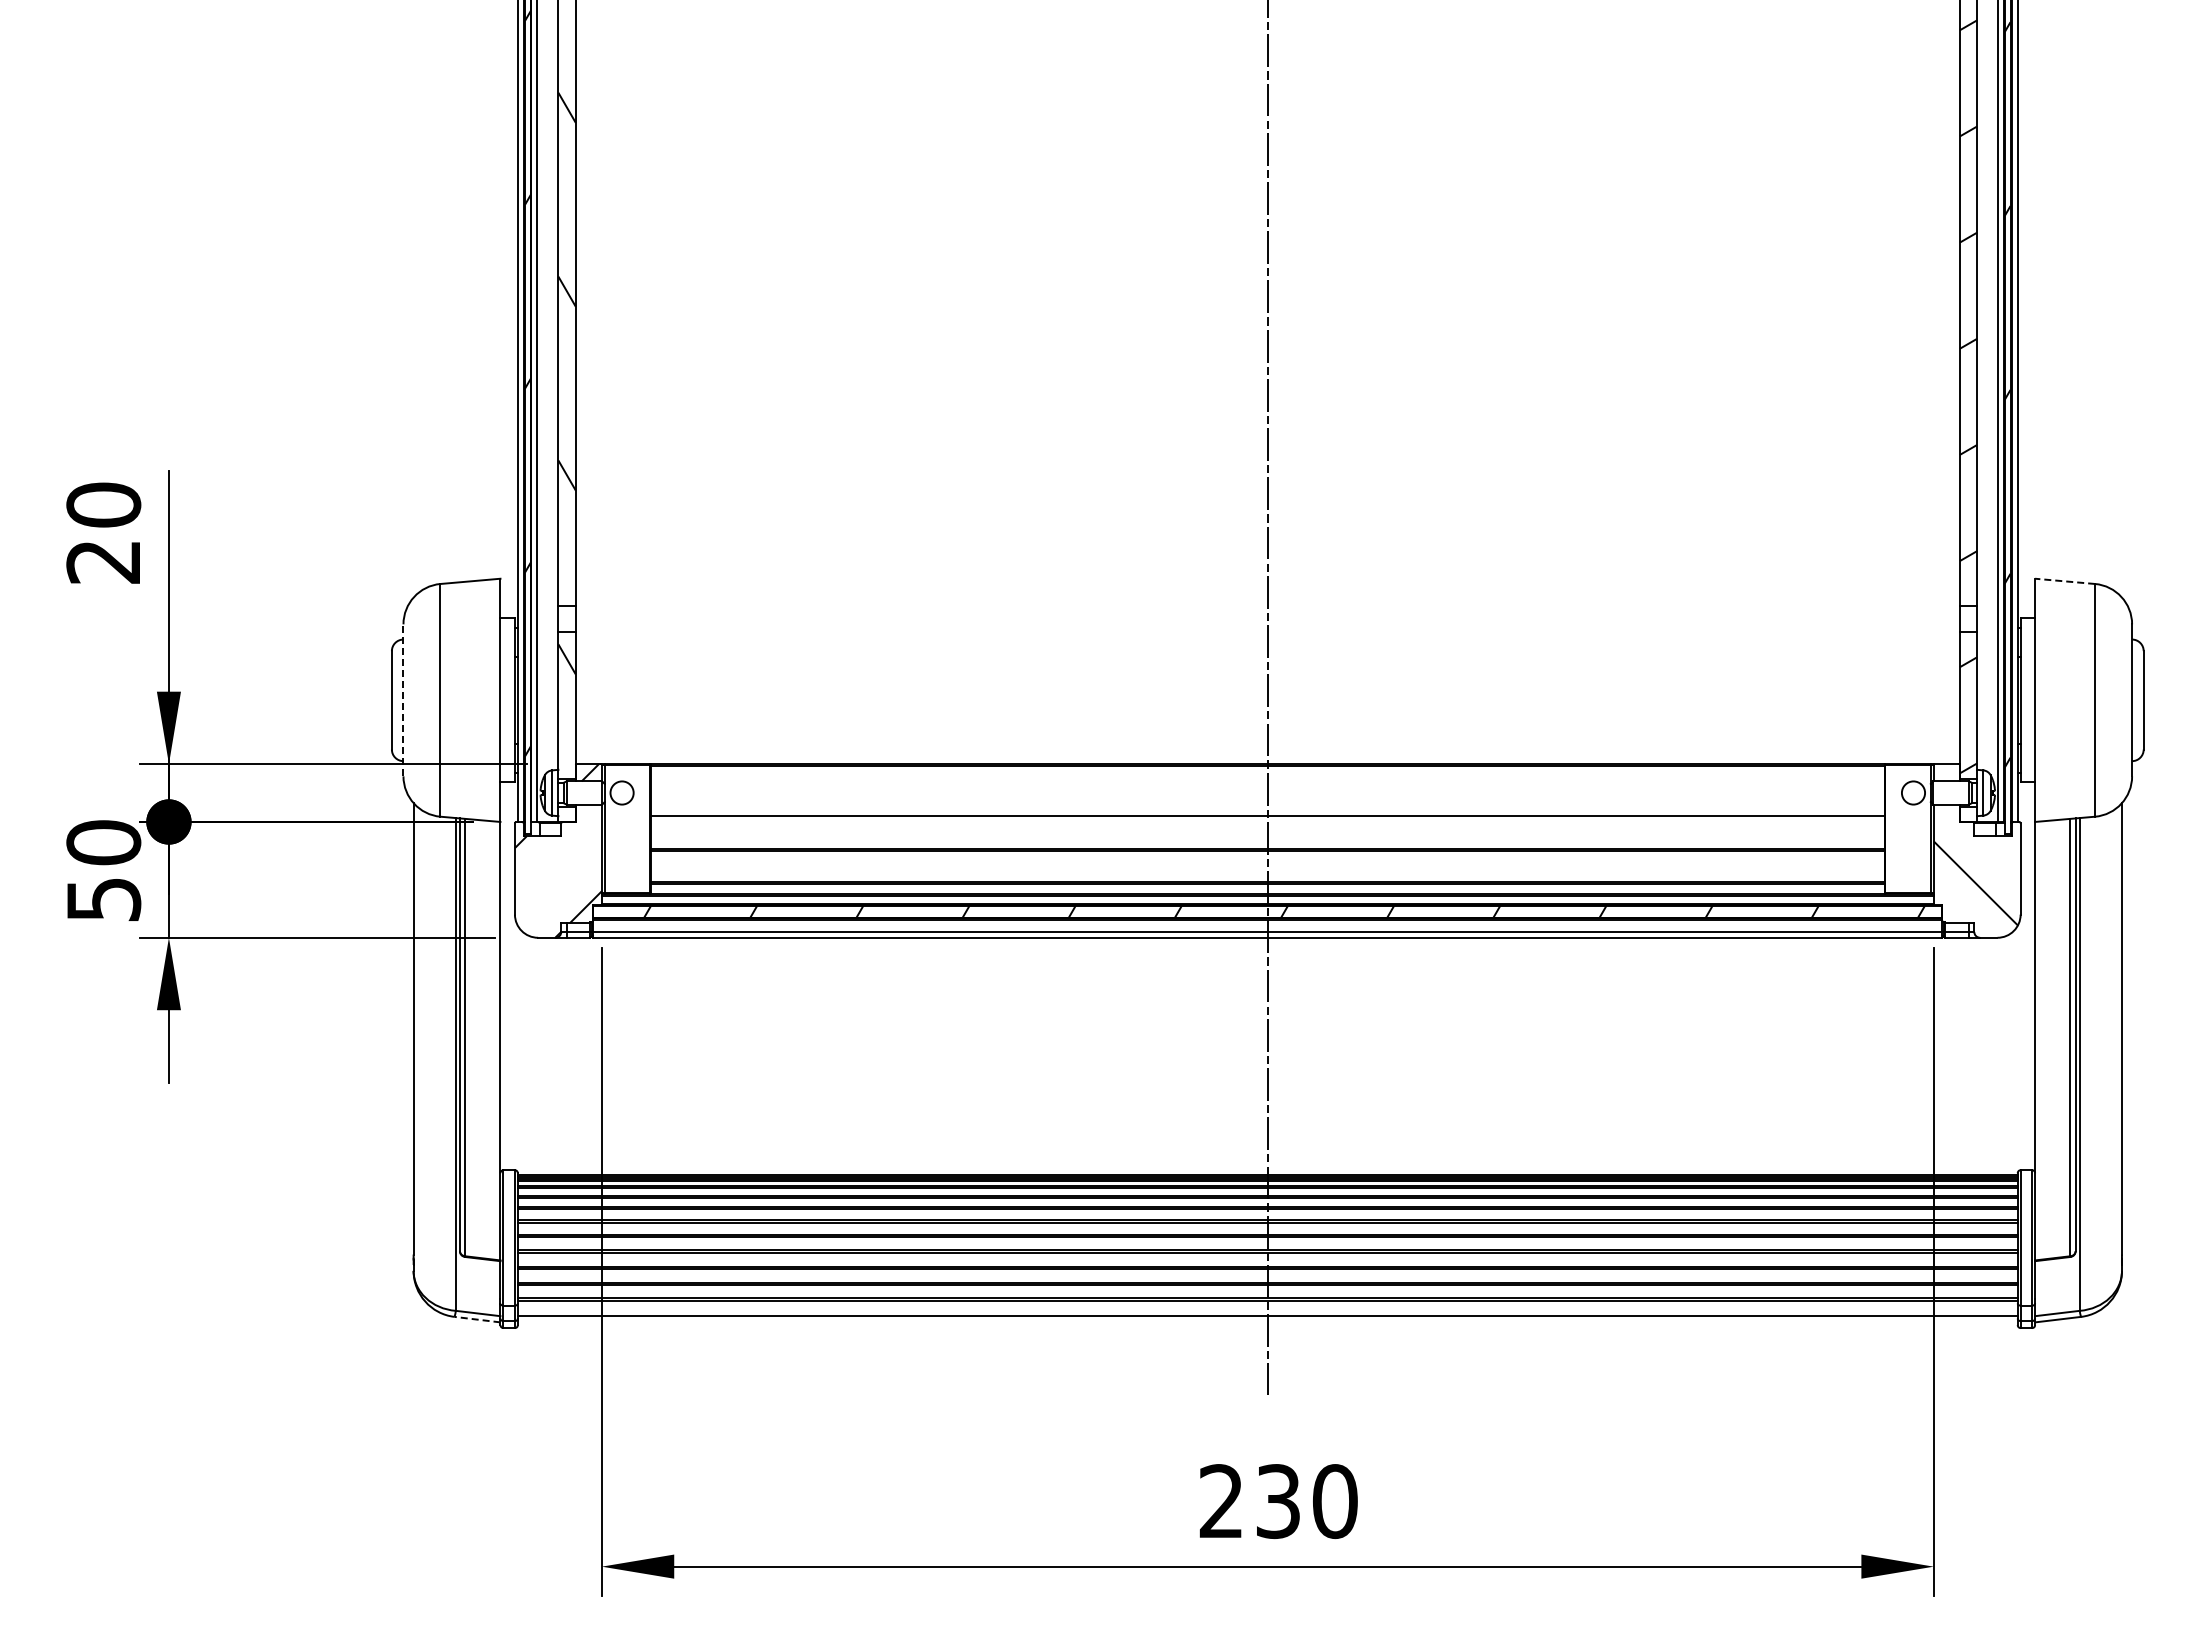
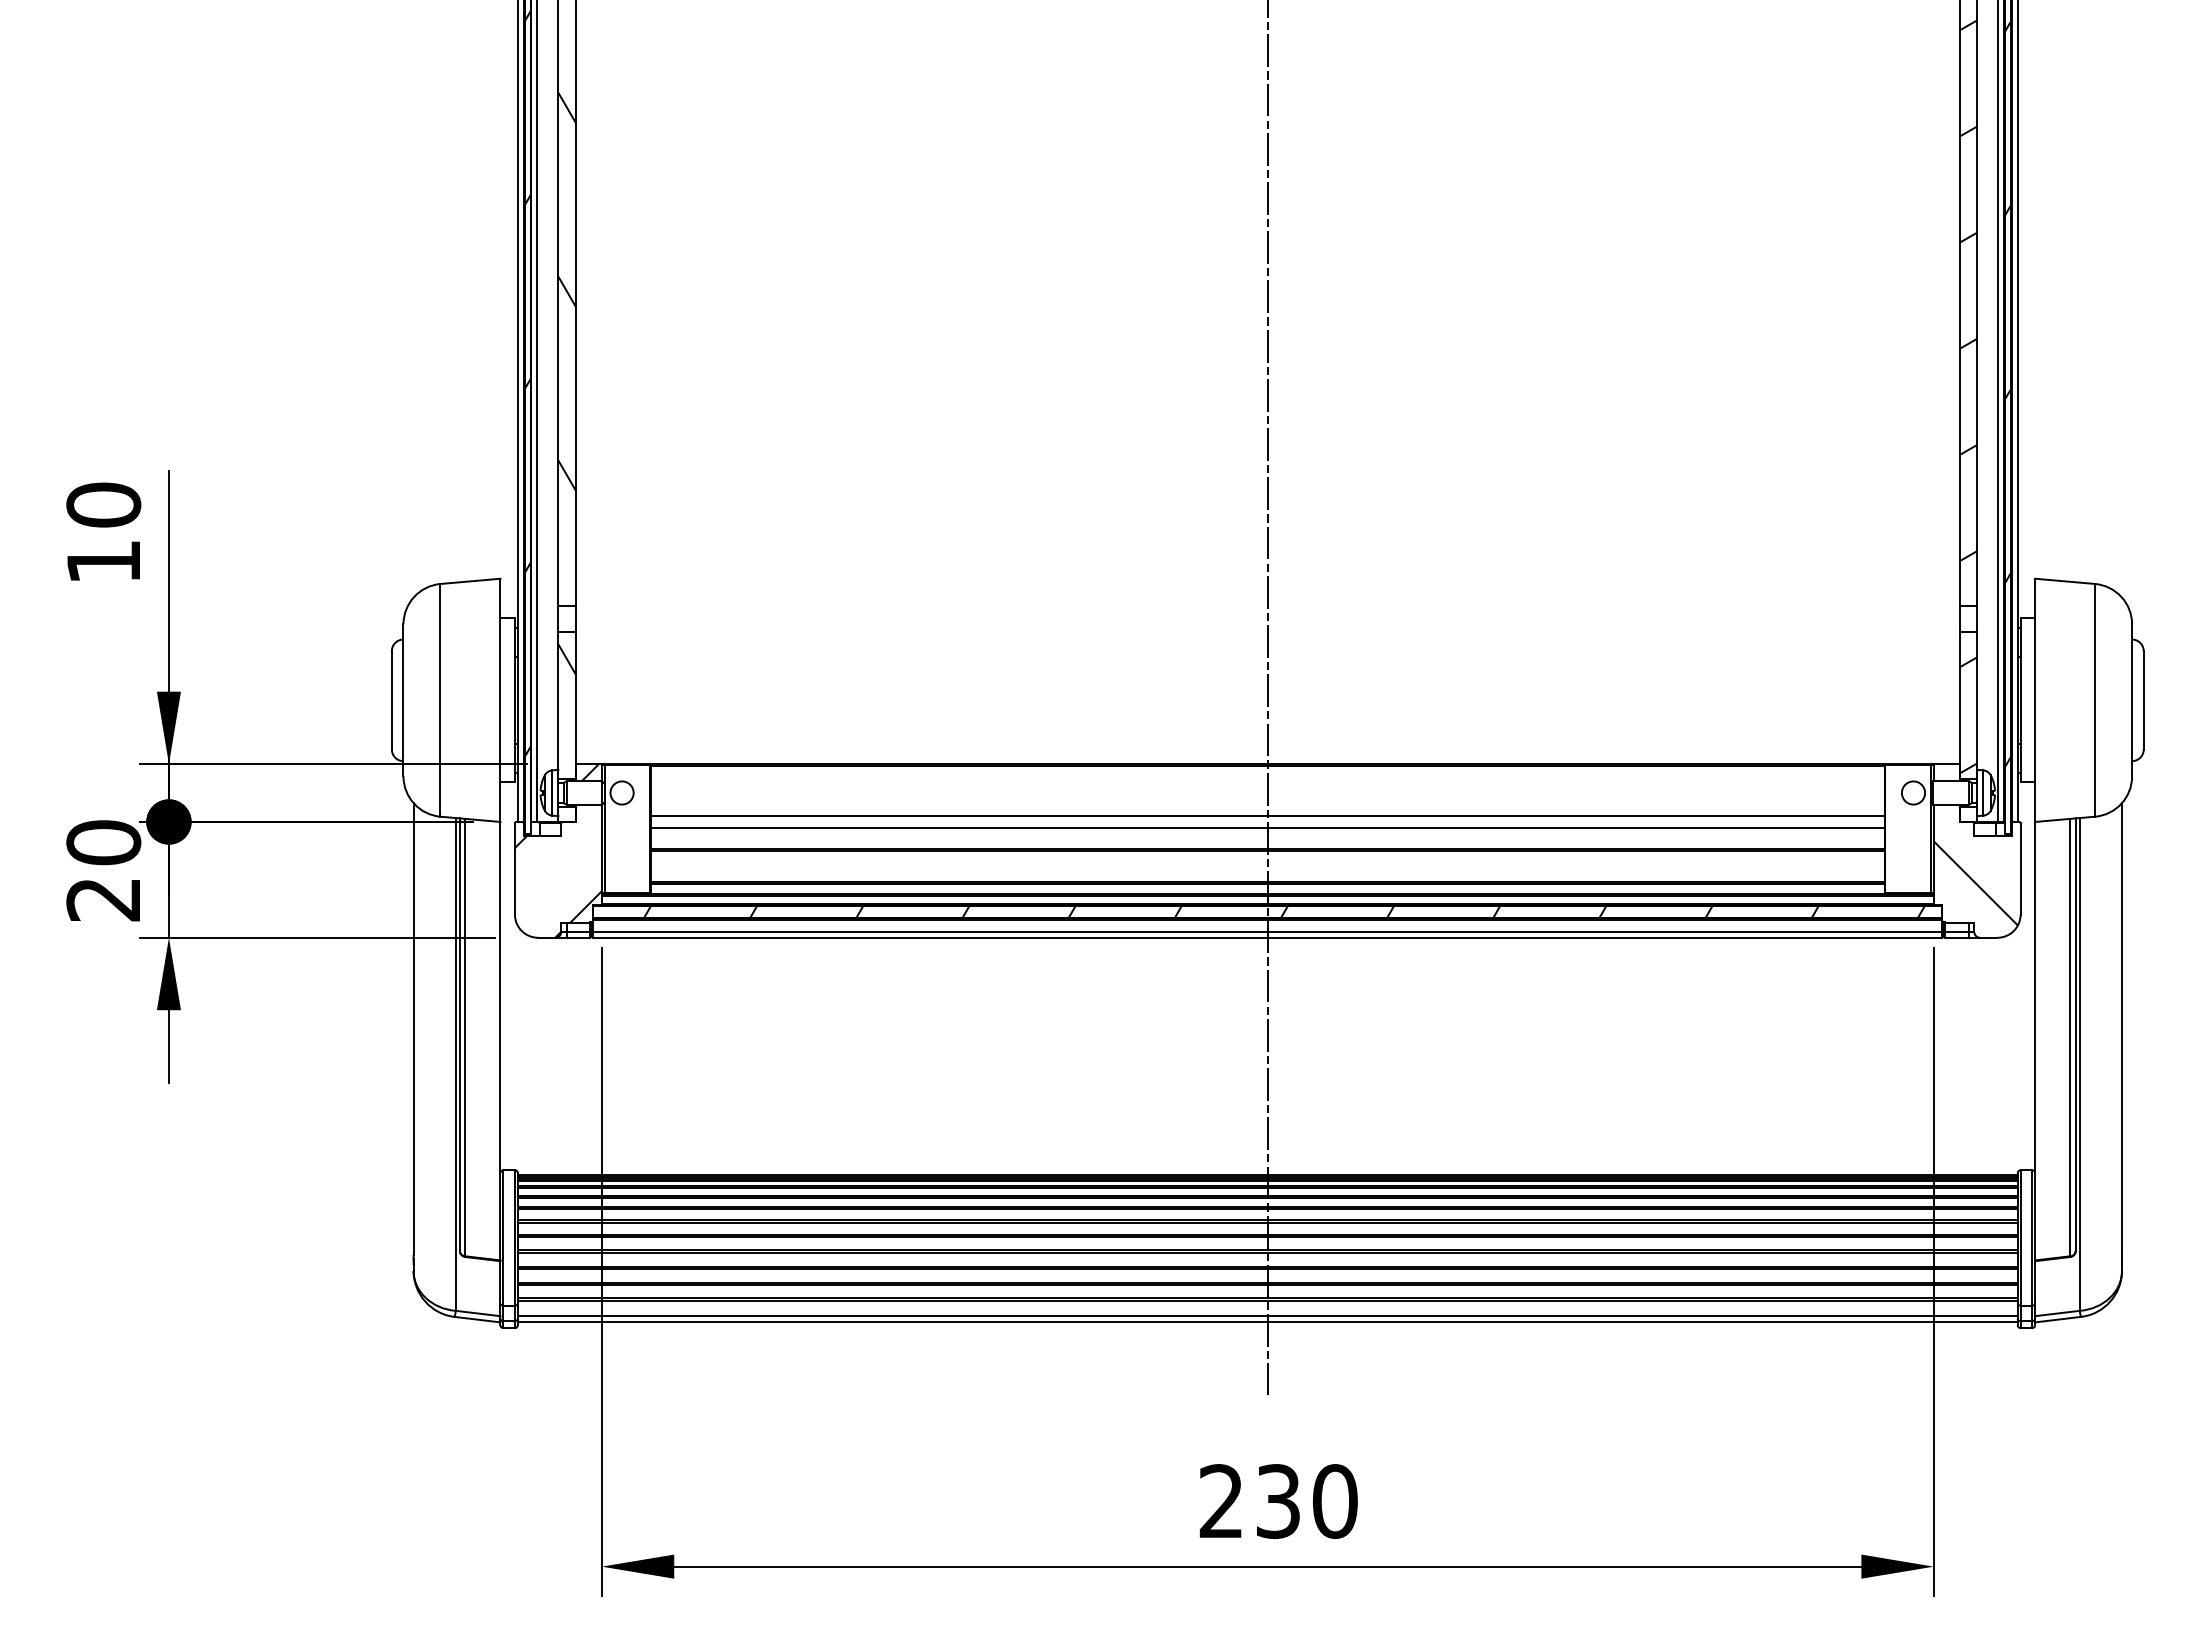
text at (102, 562): 20 -> 10
line at (2064, 581): dashed -> solid
line at (403, 700): dashed -> solid
line at (1267, 827): none -> present
text at (103, 900): 50 -> 20
line at (476, 1319): dashed -> solid
line at (1267, 1322): none -> present
